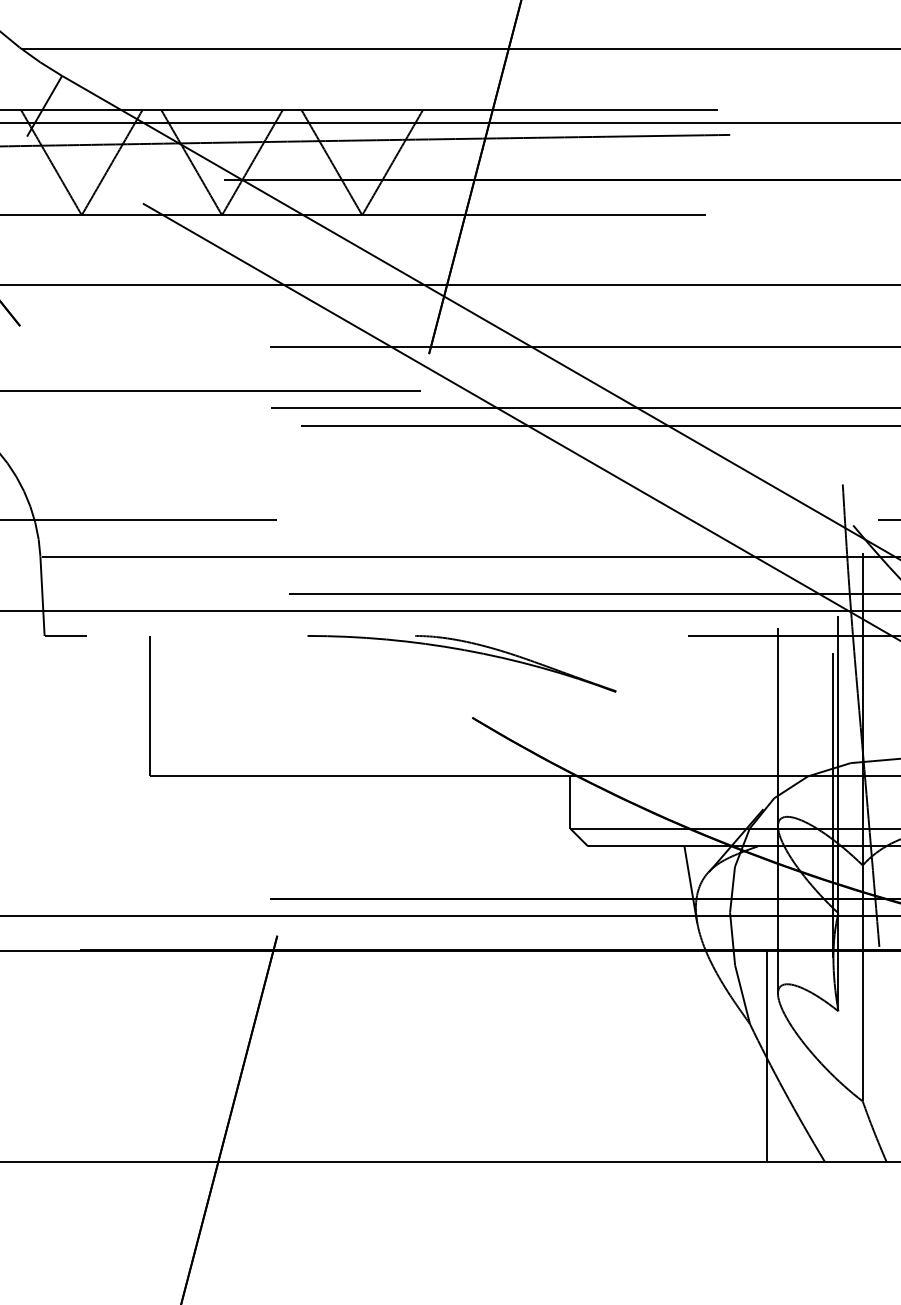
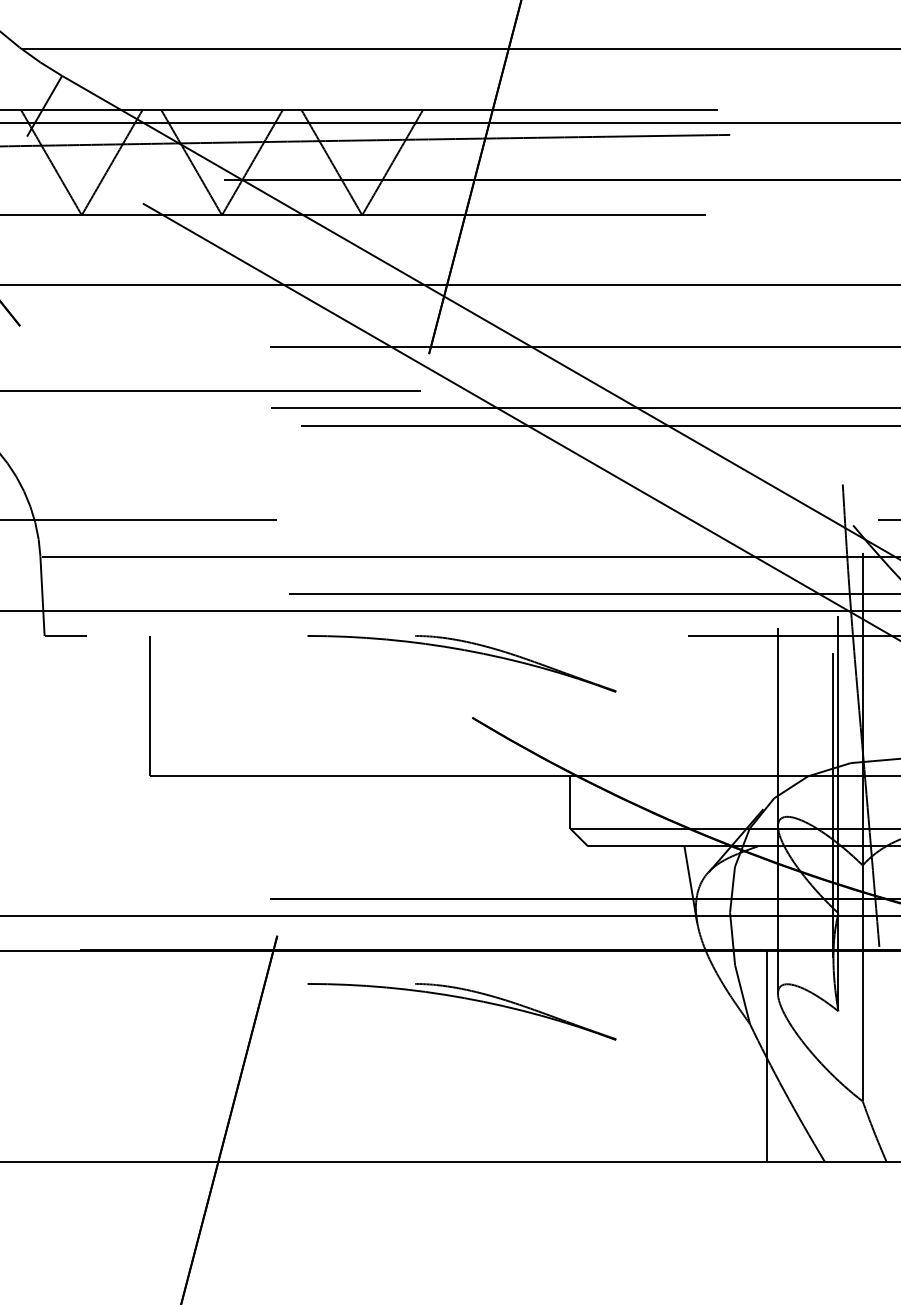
part at (465, 999): none -> present
